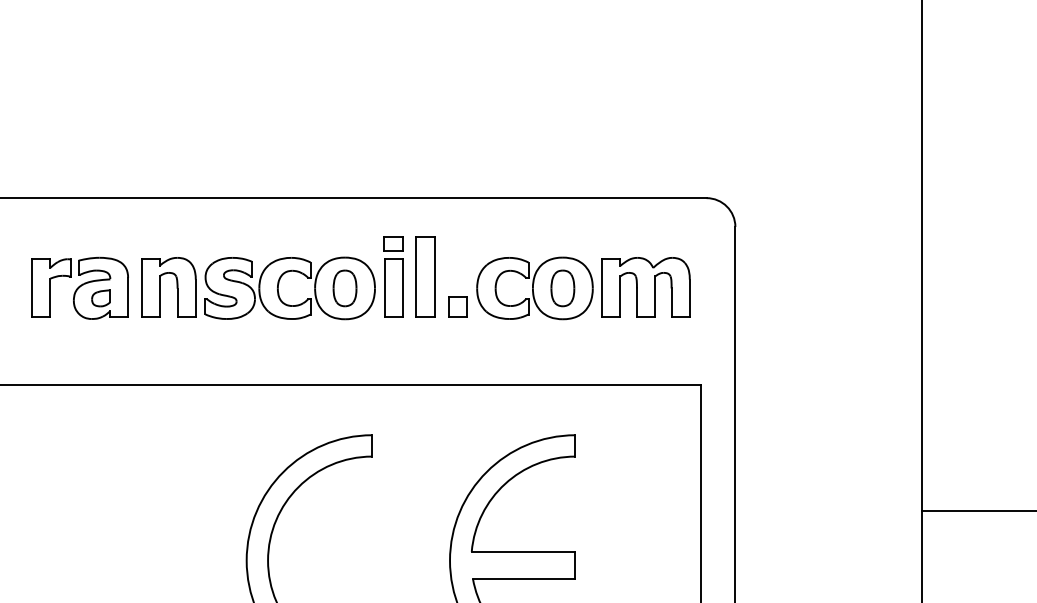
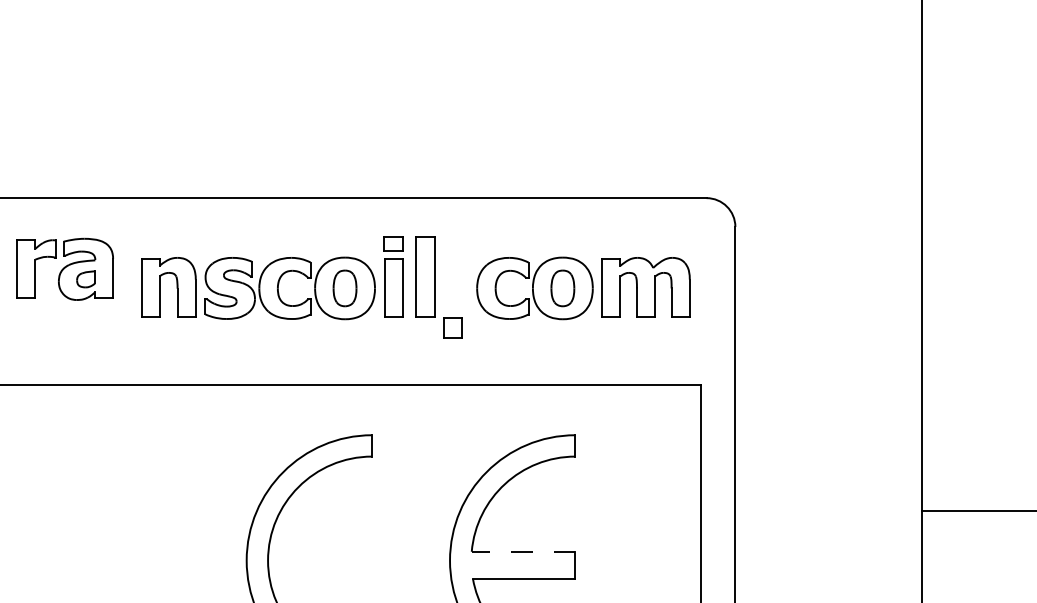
part at (79, 287) position: (79, 287) -> (64, 268)
part at (457, 306) position: (457, 306) -> (452, 327)
line at (523, 551): solid -> dashed
